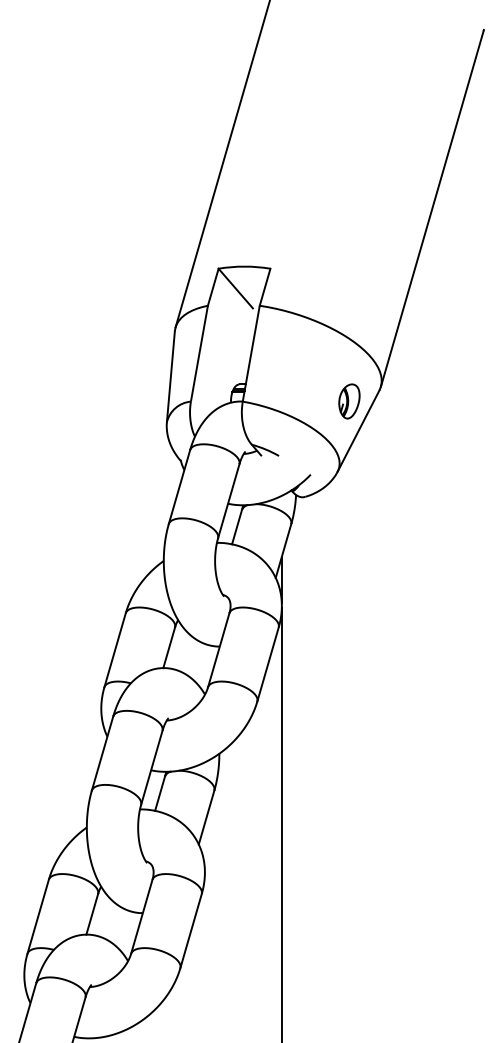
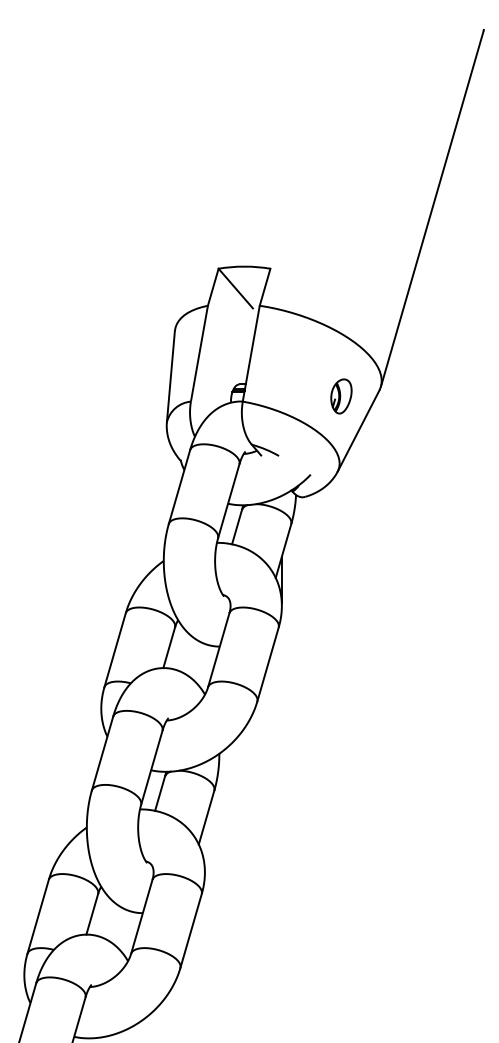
line at (222, 164): present -> none
part at (349, 401) position: (349, 401) -> (341, 396)
line at (281, 823): present -> none
